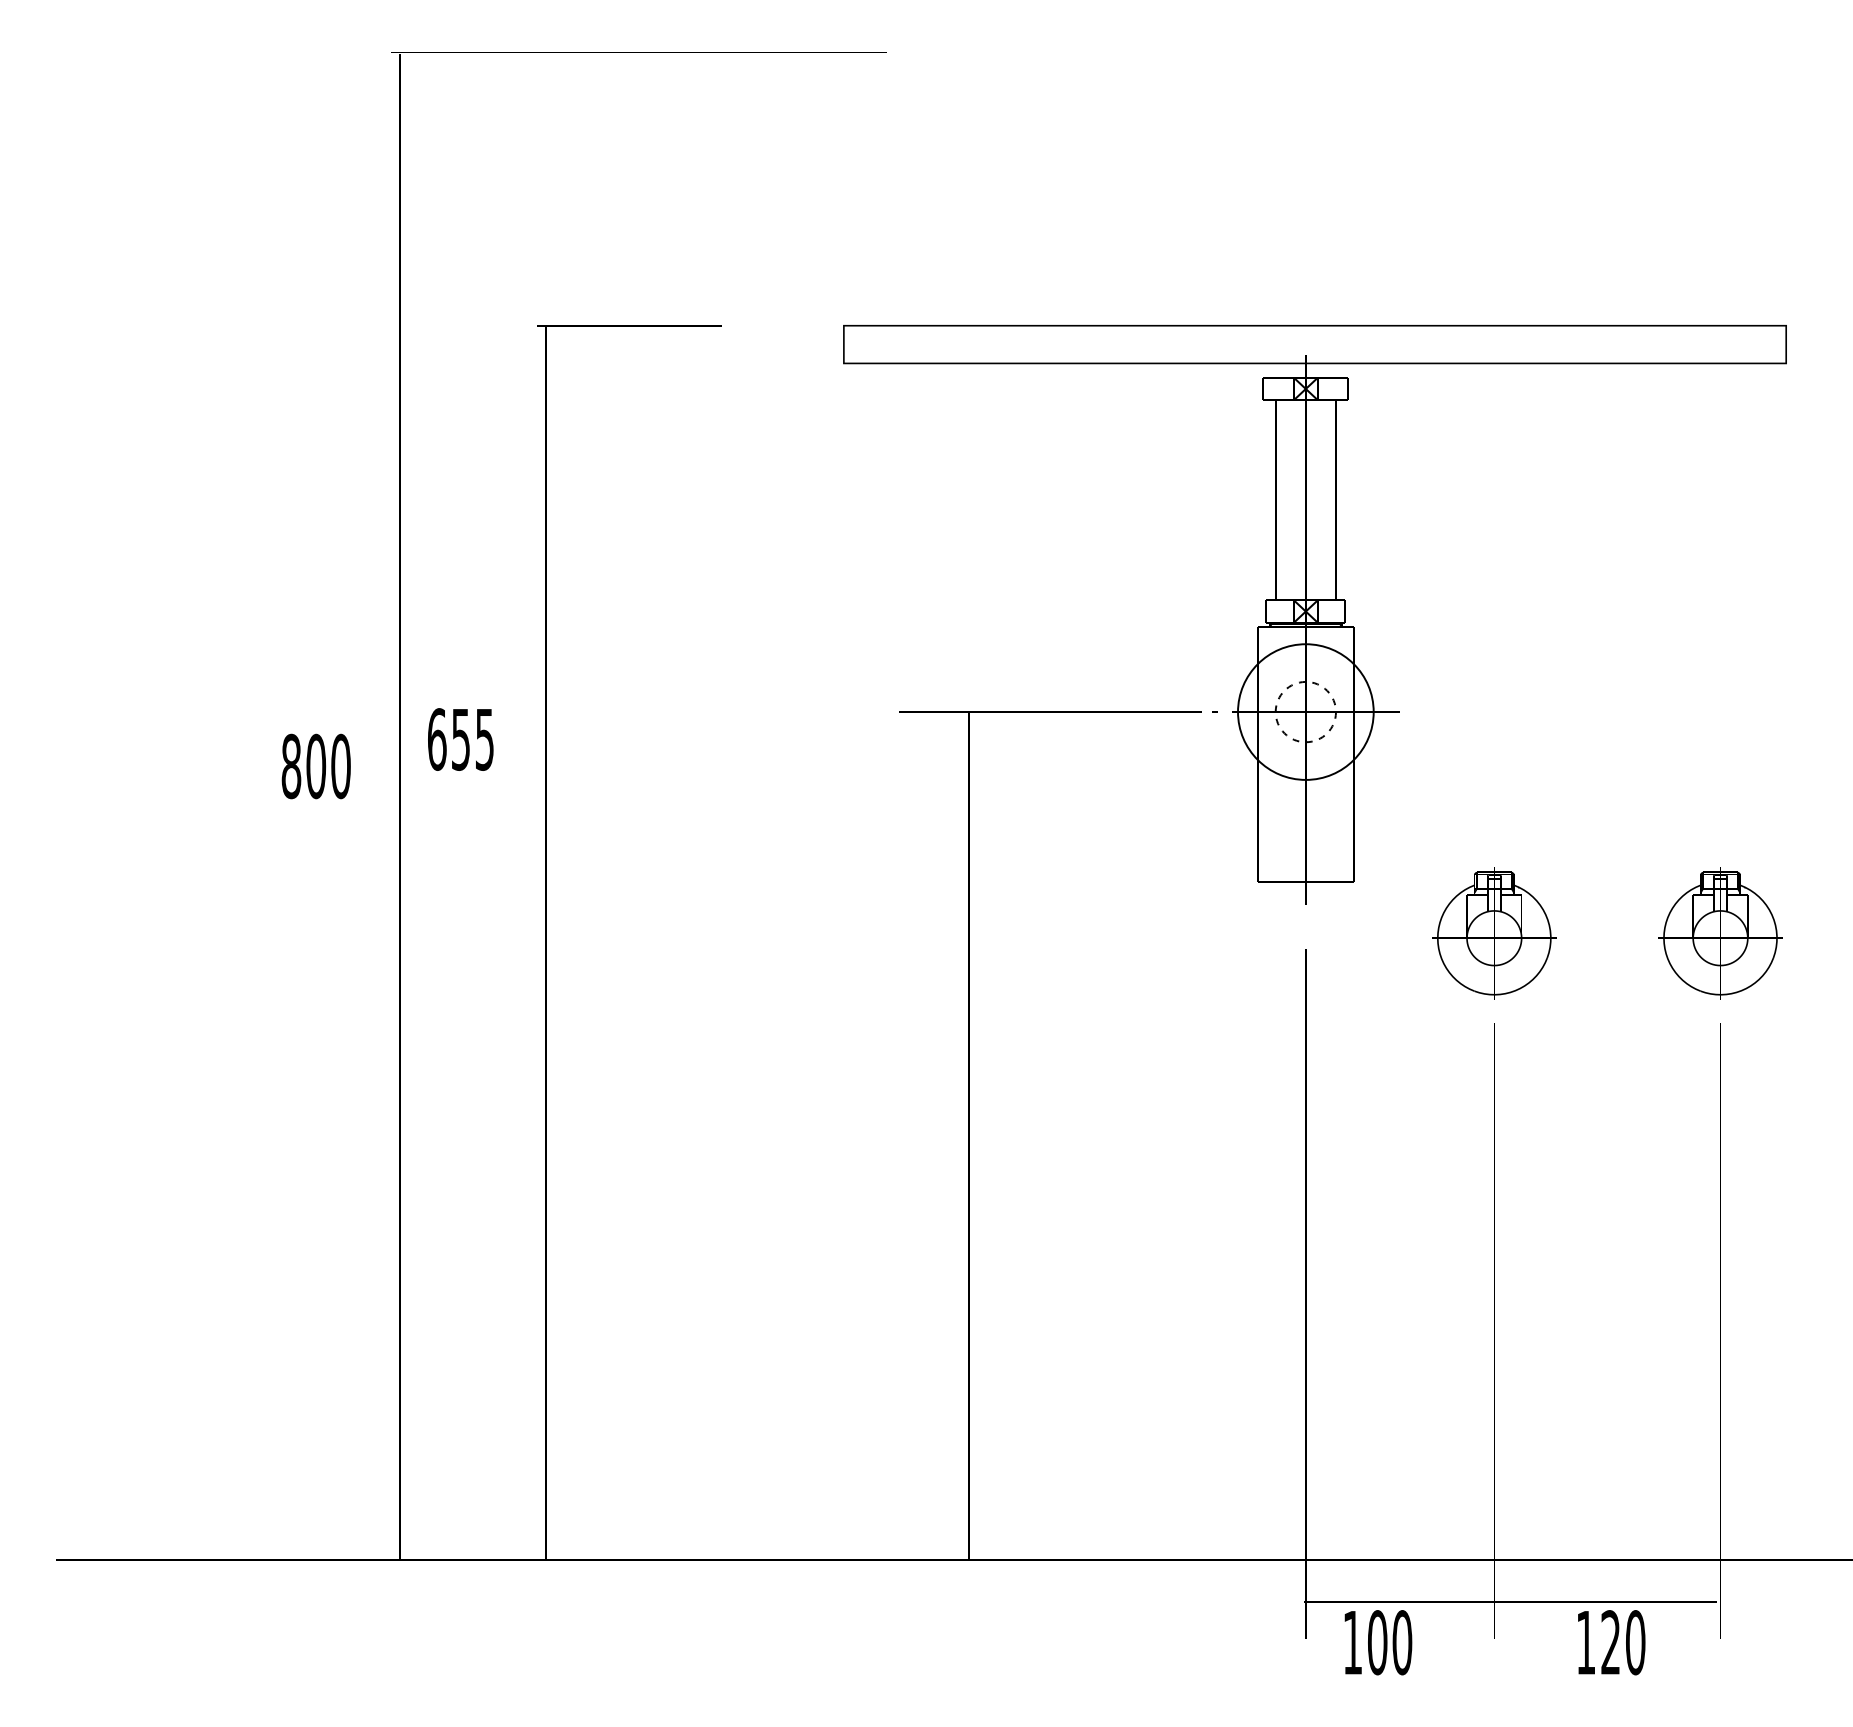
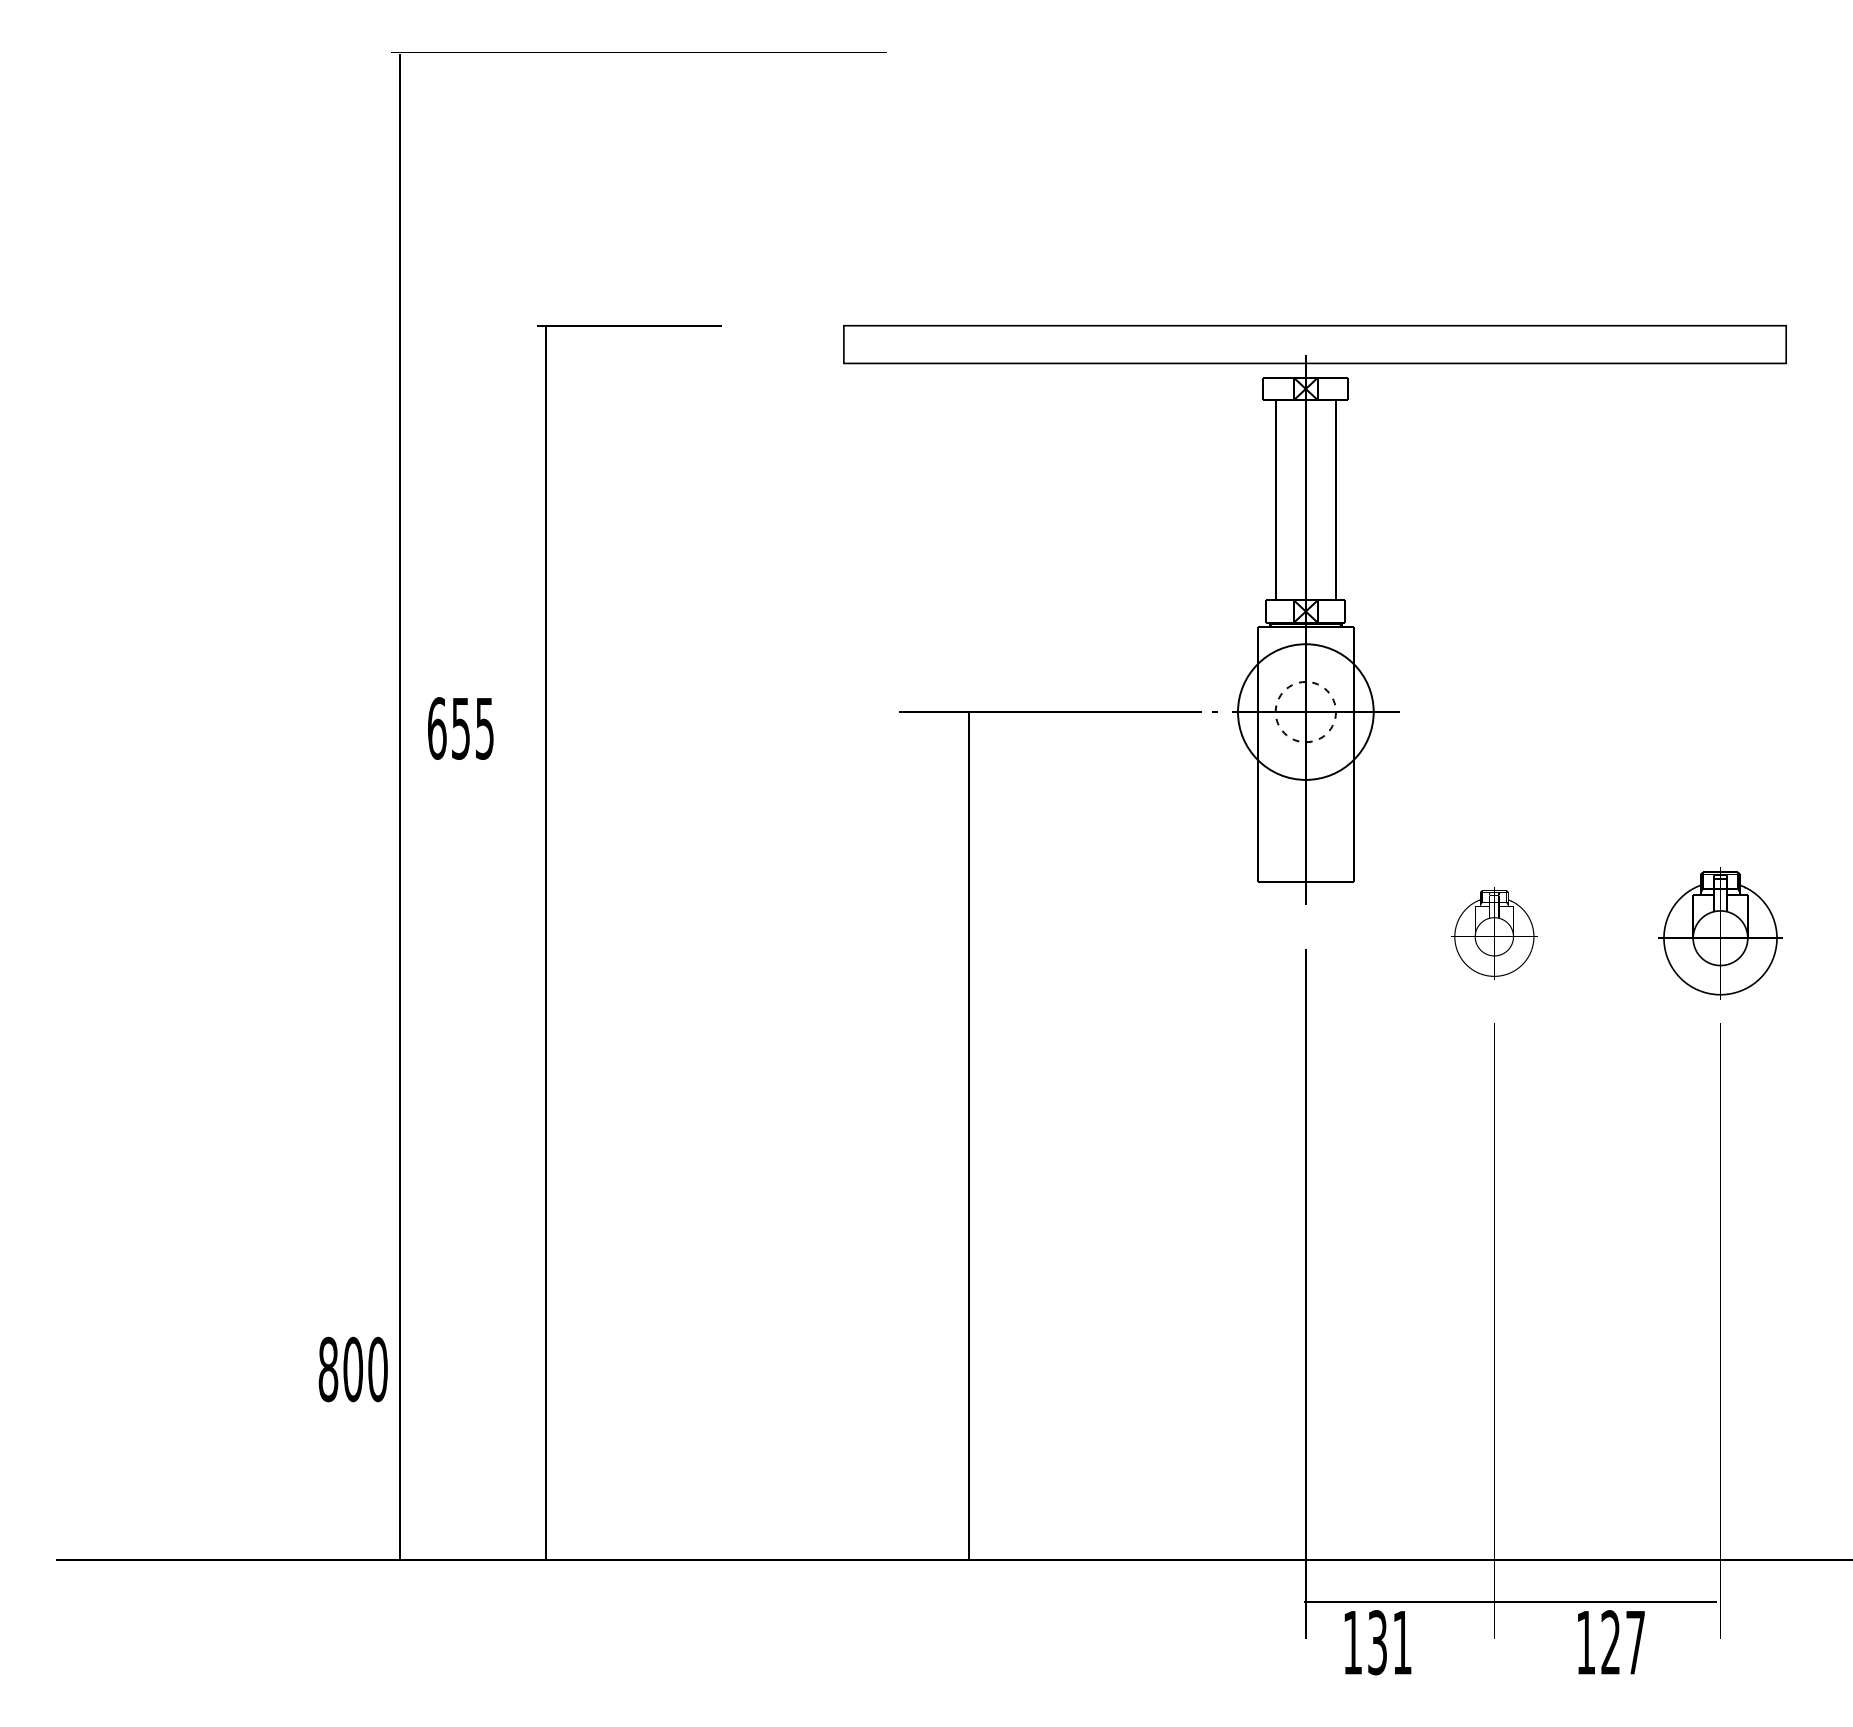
text at (460, 739) position: (460, 739) -> (460, 728)
text at (315, 766) position: (315, 766) -> (352, 1369)
part at (1494, 933) size: 125x133 px -> 87x93 px
text at (1390, 1642): 100 -> 131
text at (1635, 1642): 120 -> 127
